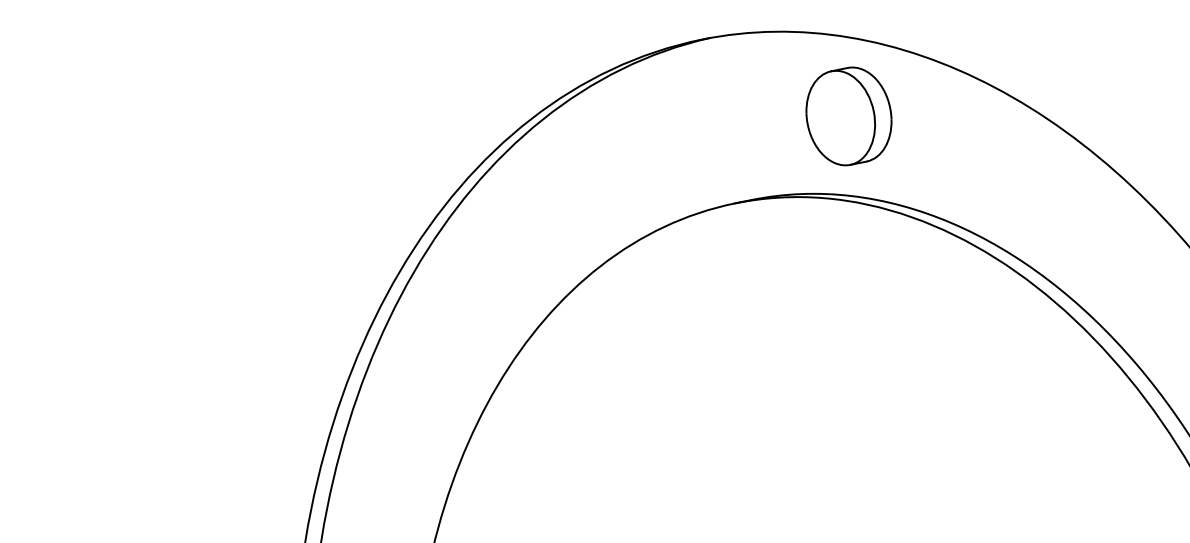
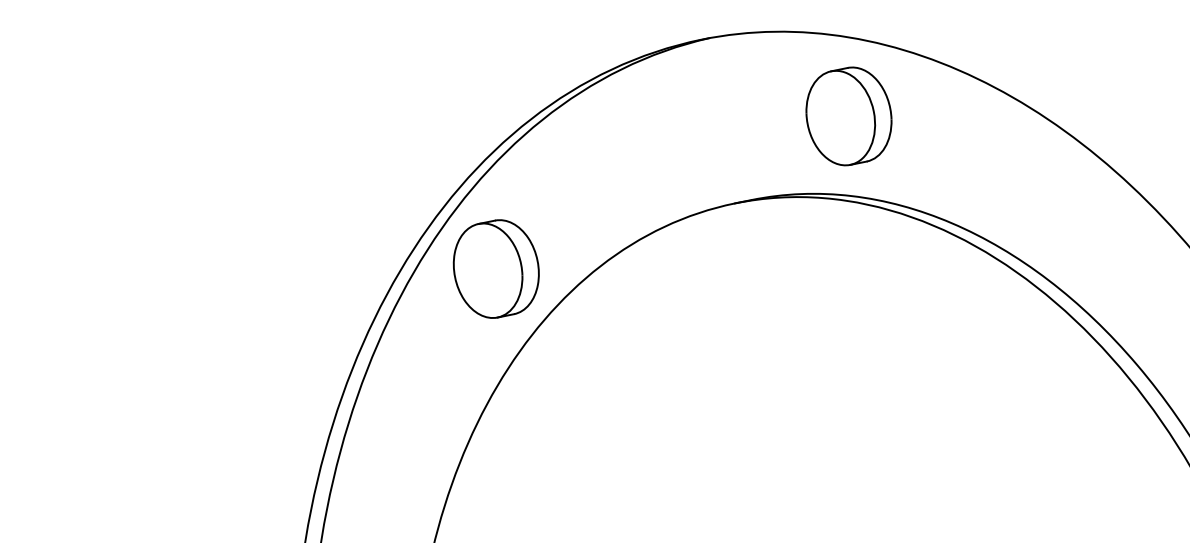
part at (495, 268): none -> present
